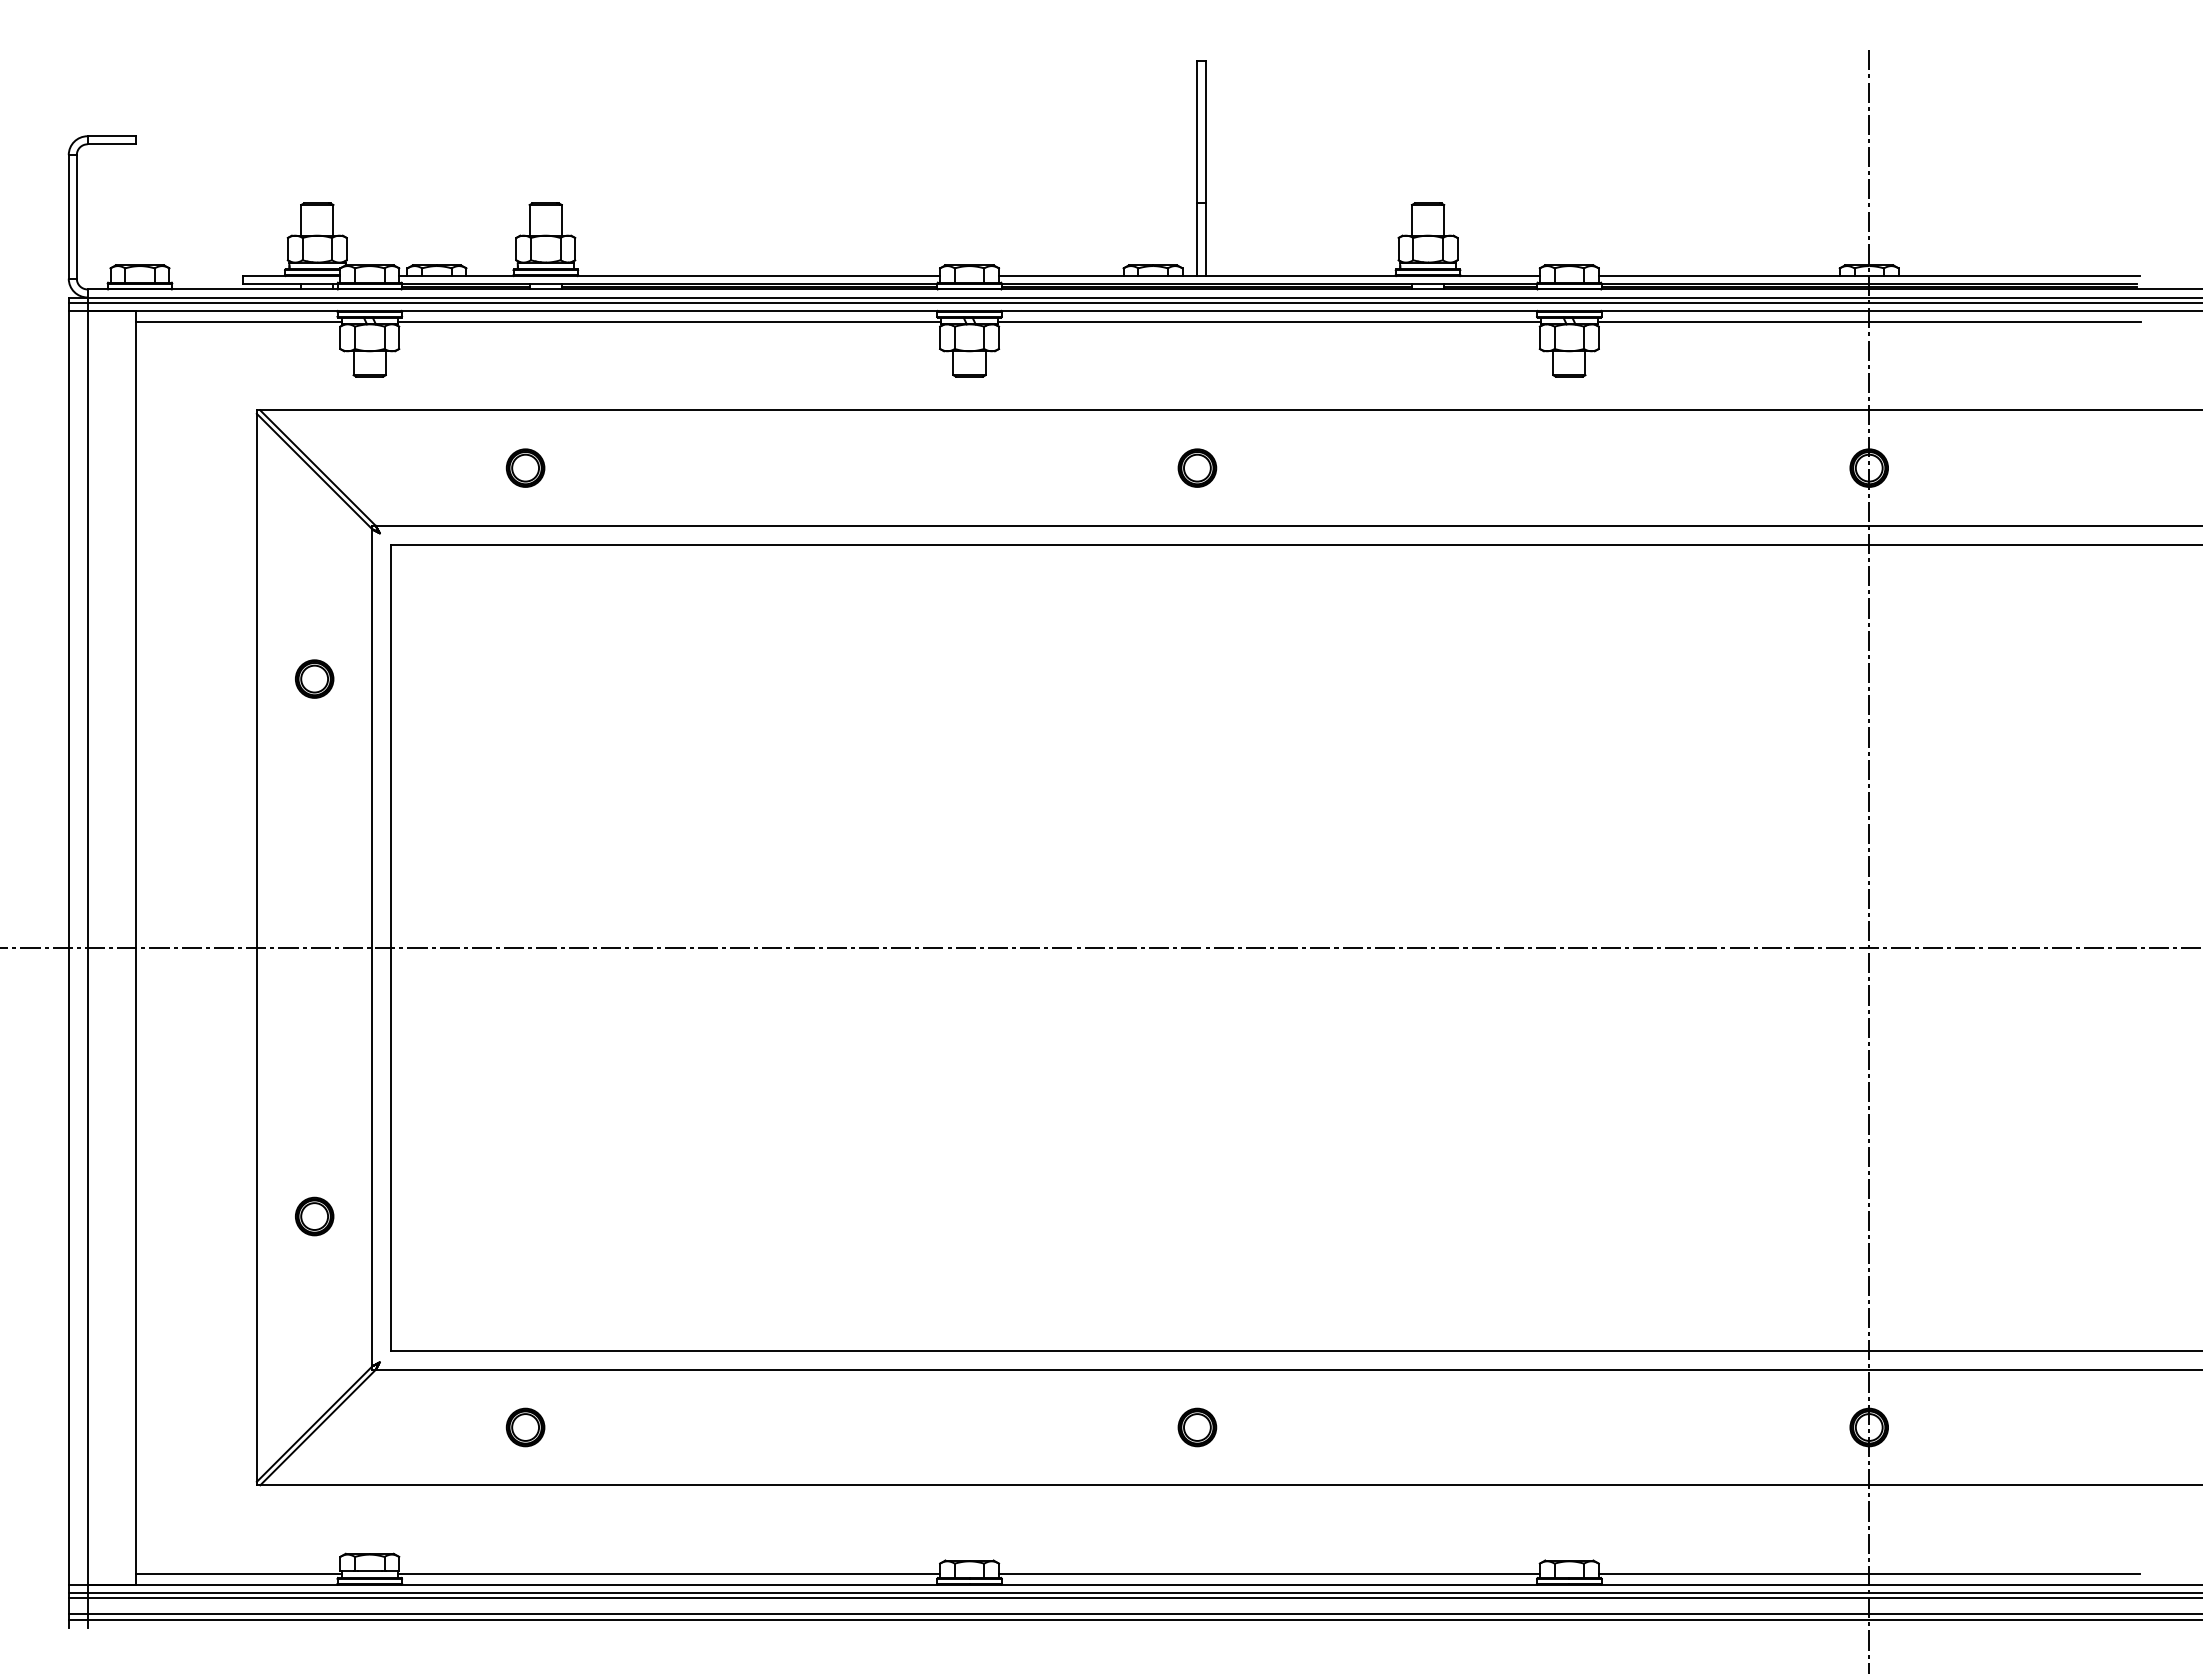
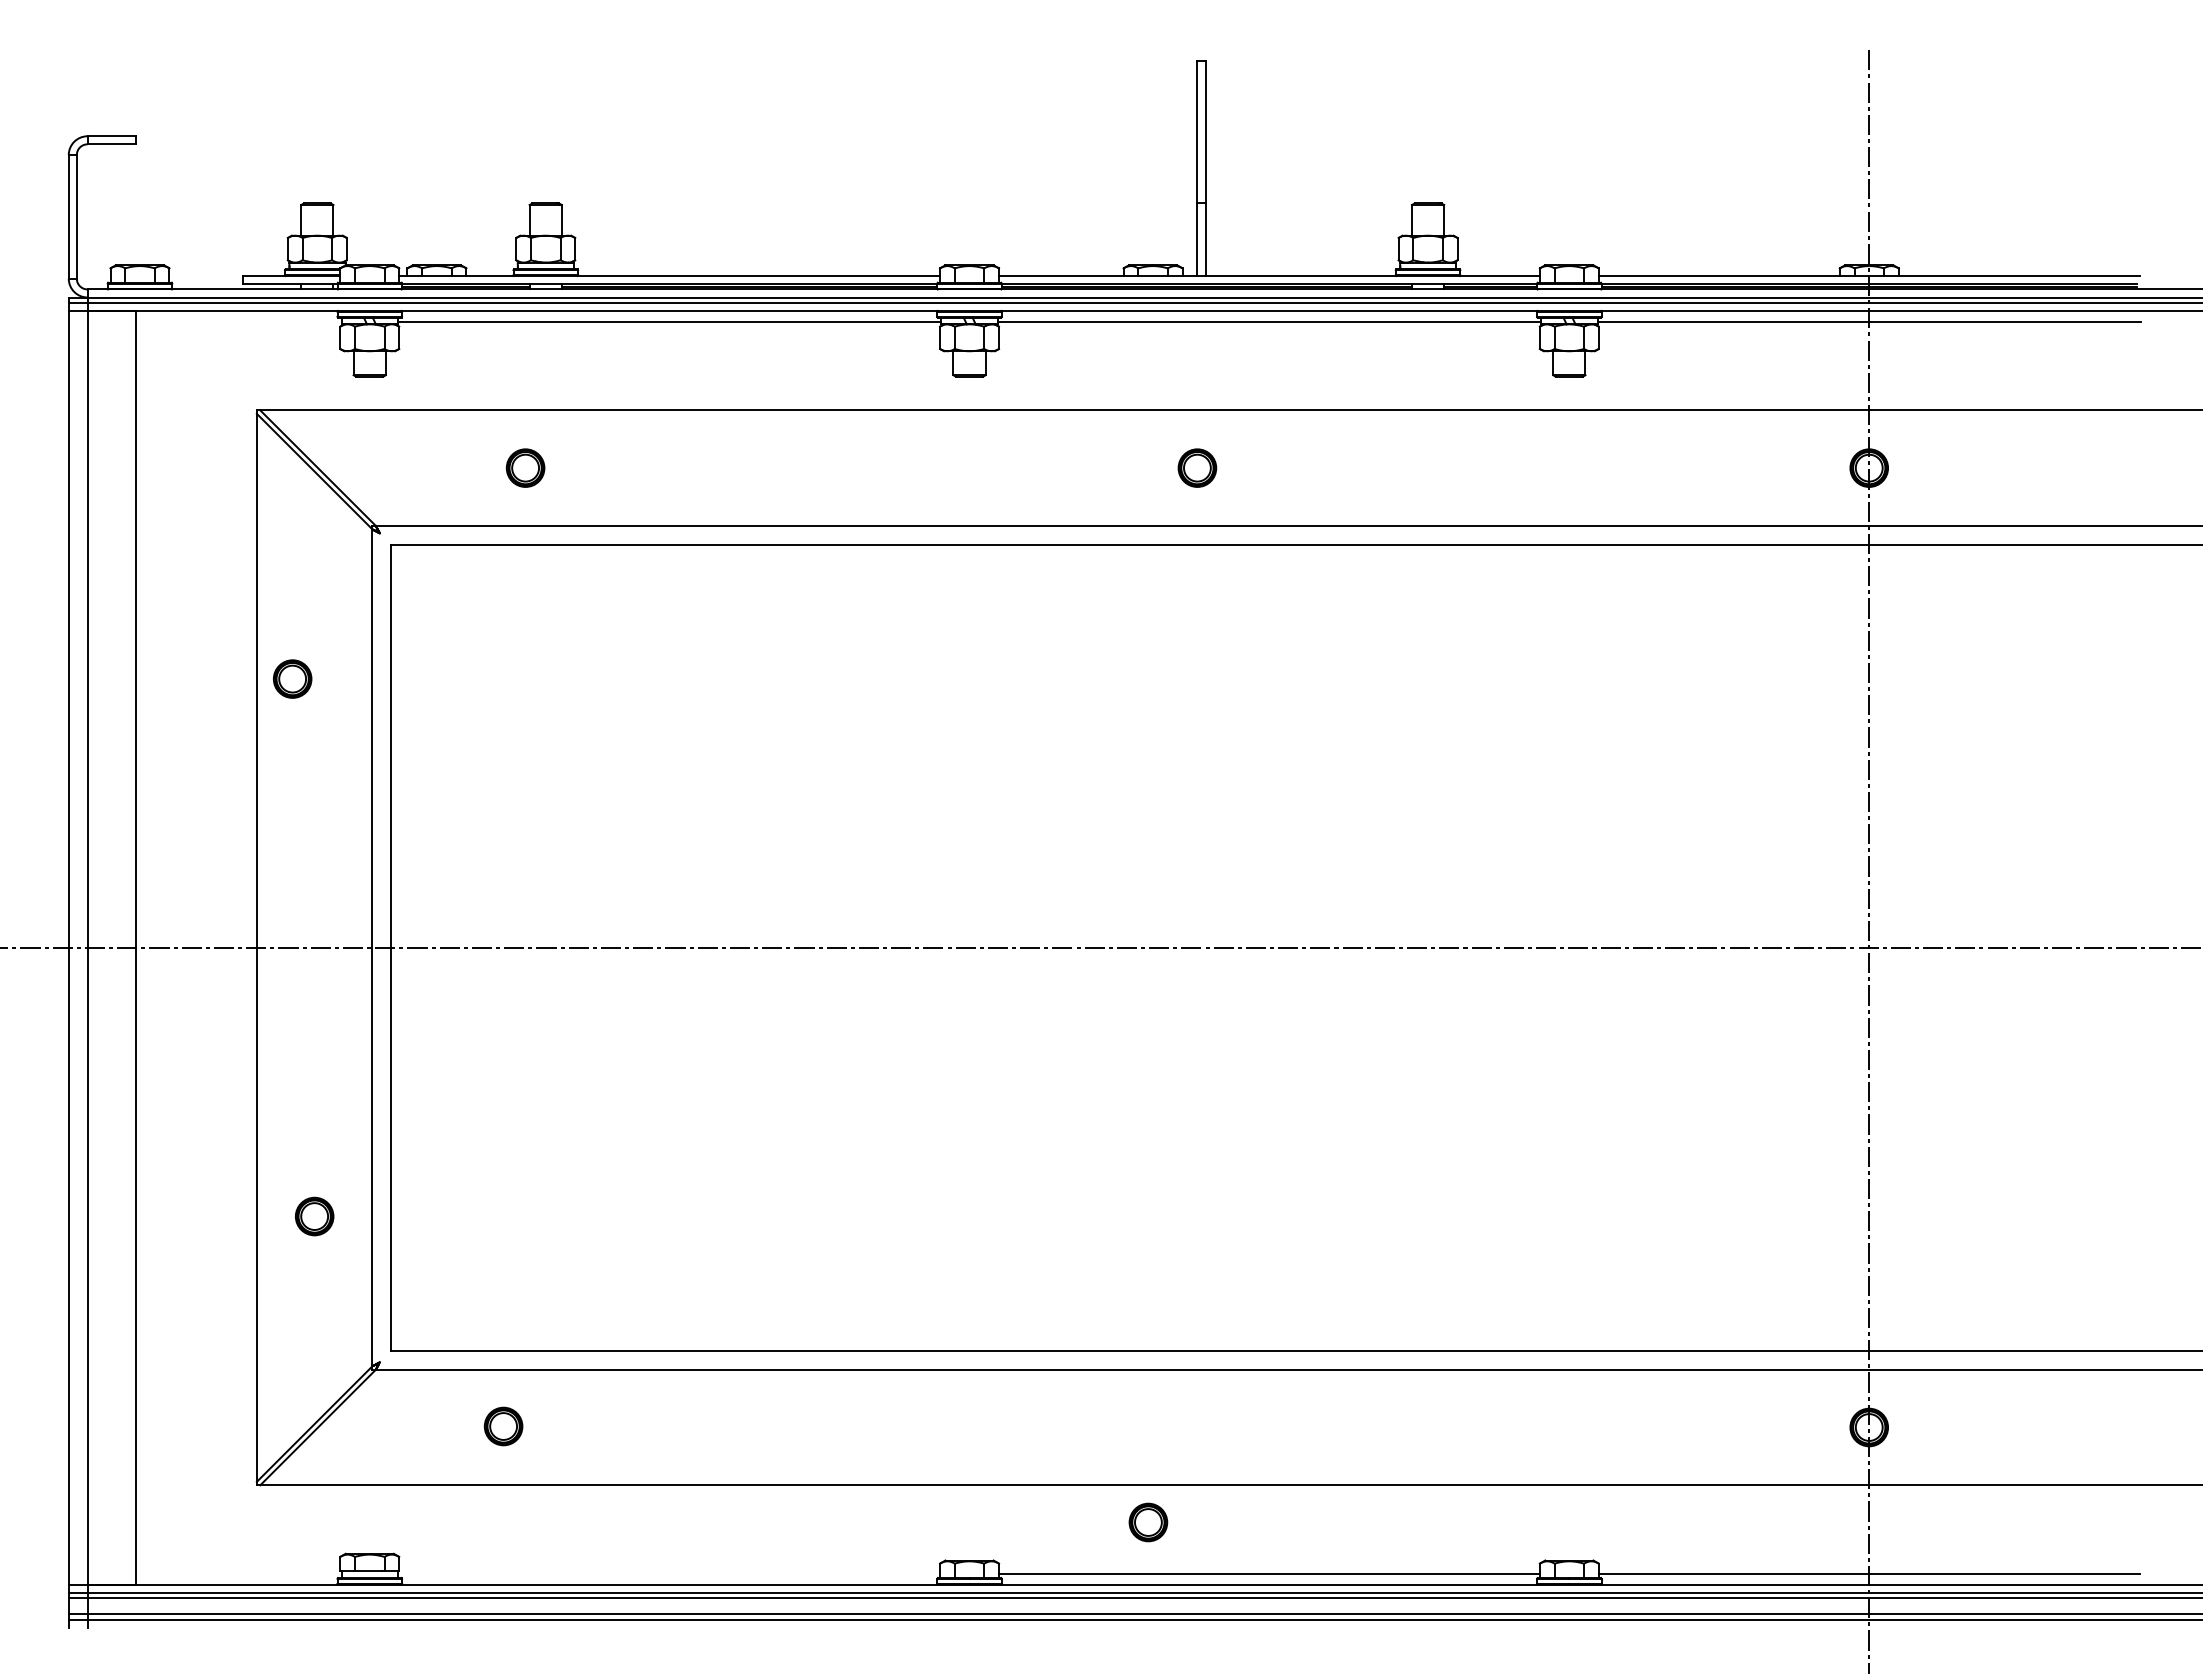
line at (238, 321): present -> none
part at (314, 678) position: (314, 678) -> (292, 678)
part at (525, 1427) position: (525, 1427) -> (503, 1426)
part at (1197, 1427) position: (1197, 1427) -> (1148, 1522)
line at (238, 1573): present -> none
line at (668, 1573): present -> none
